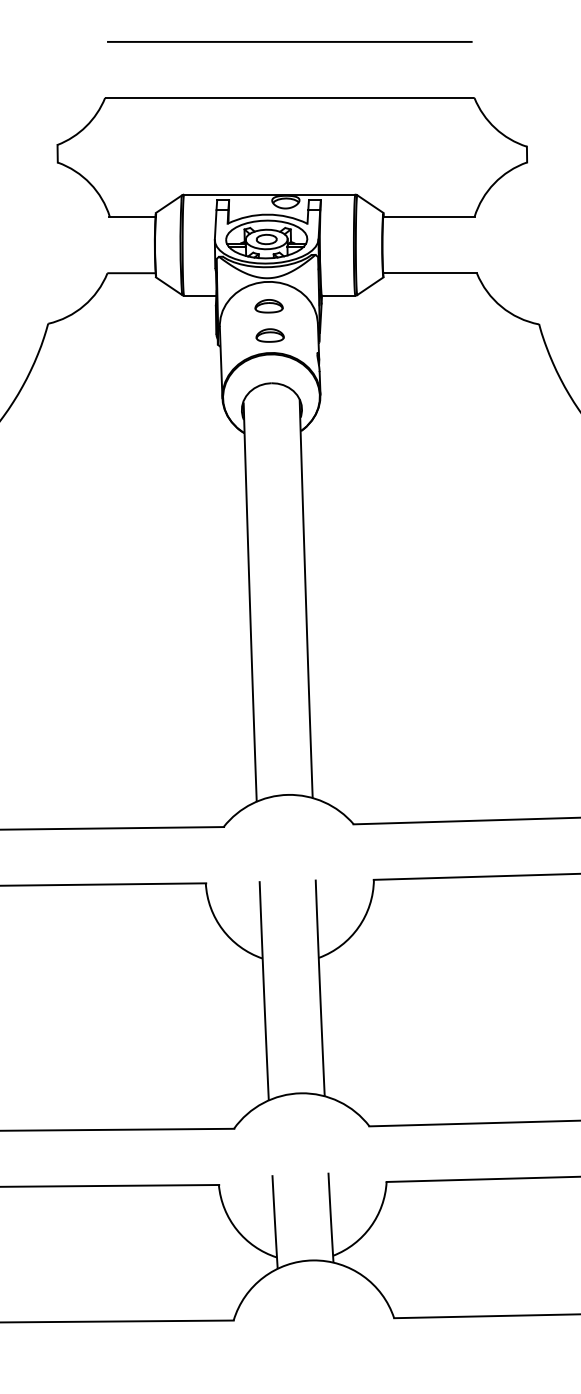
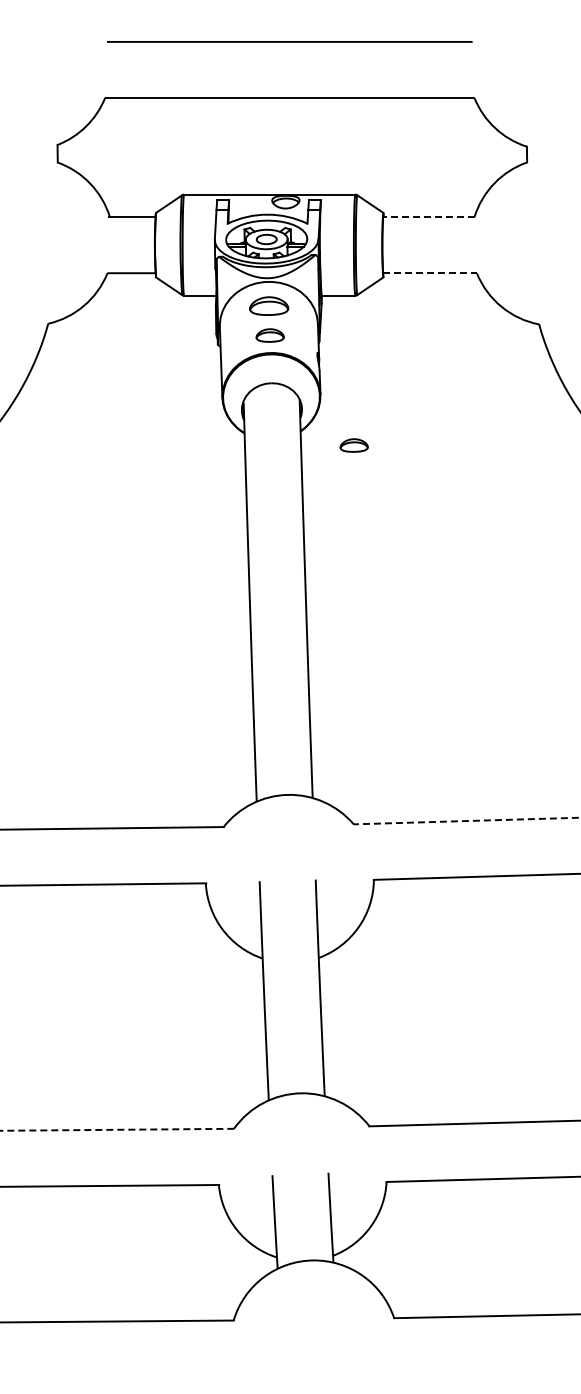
line at (428, 217): solid -> dashed
line at (430, 273): solid -> dashed
part at (268, 306) size: 30x15 px -> 41x20 px
part at (353, 445): none -> present
line at (466, 821): solid -> dashed
line at (117, 1129): solid -> dashed
